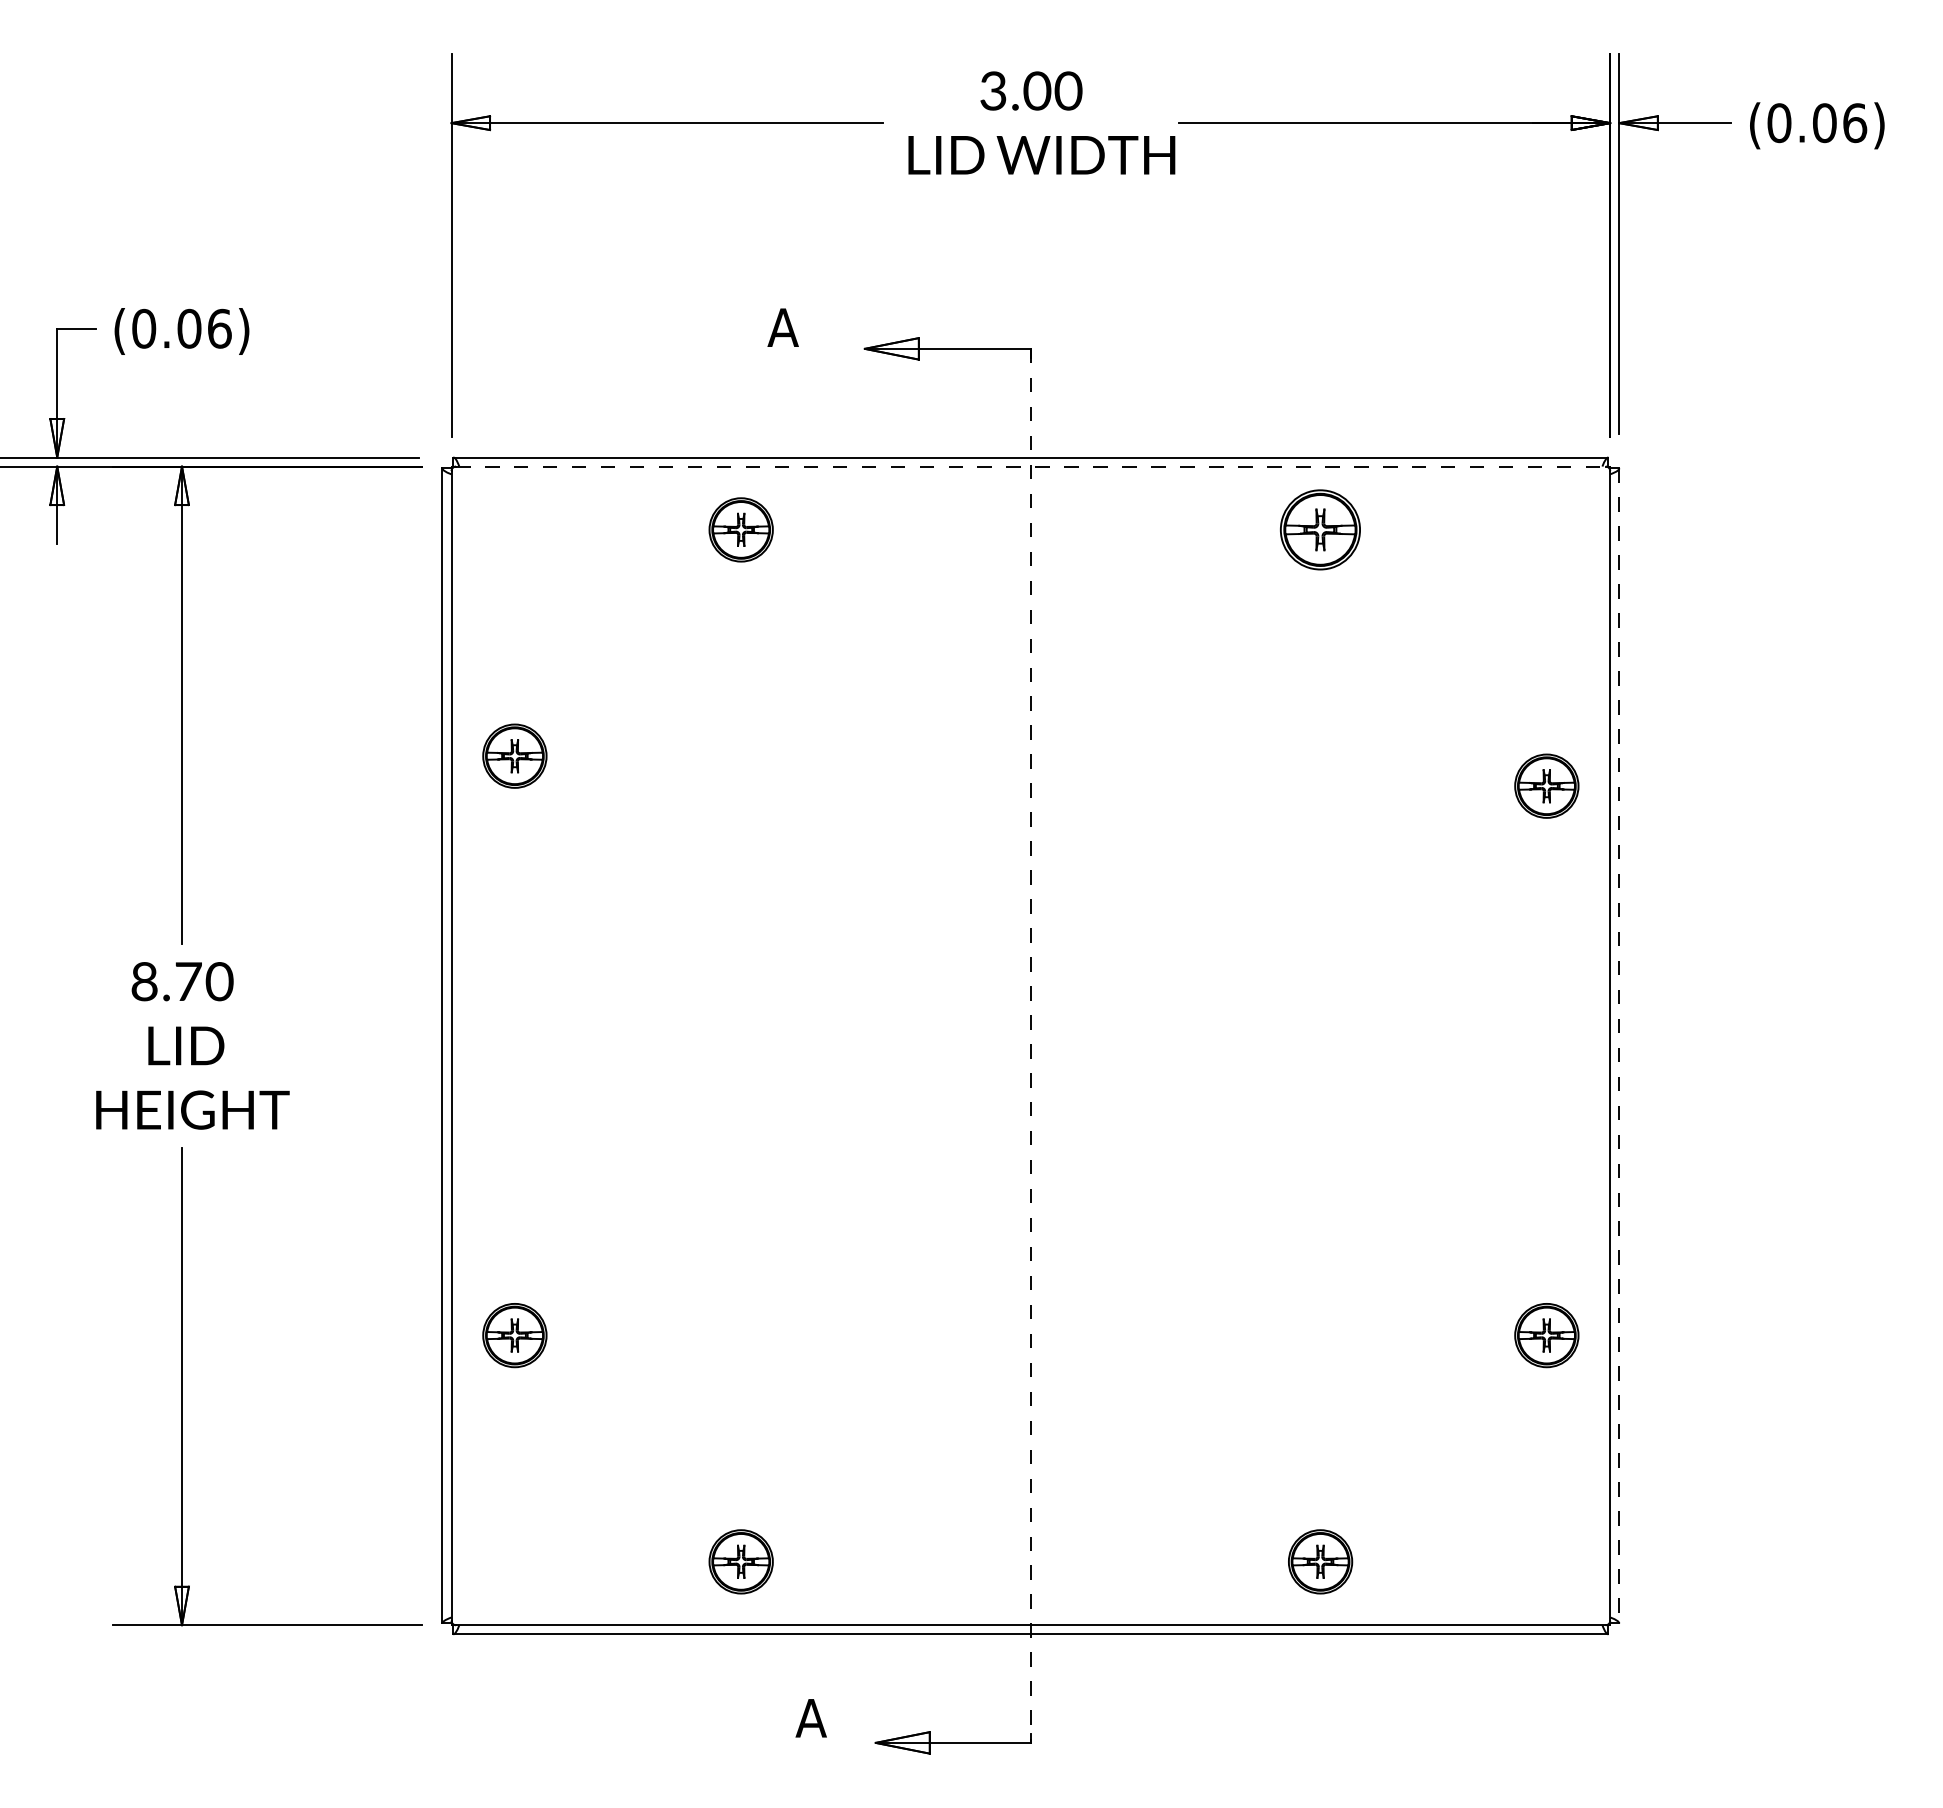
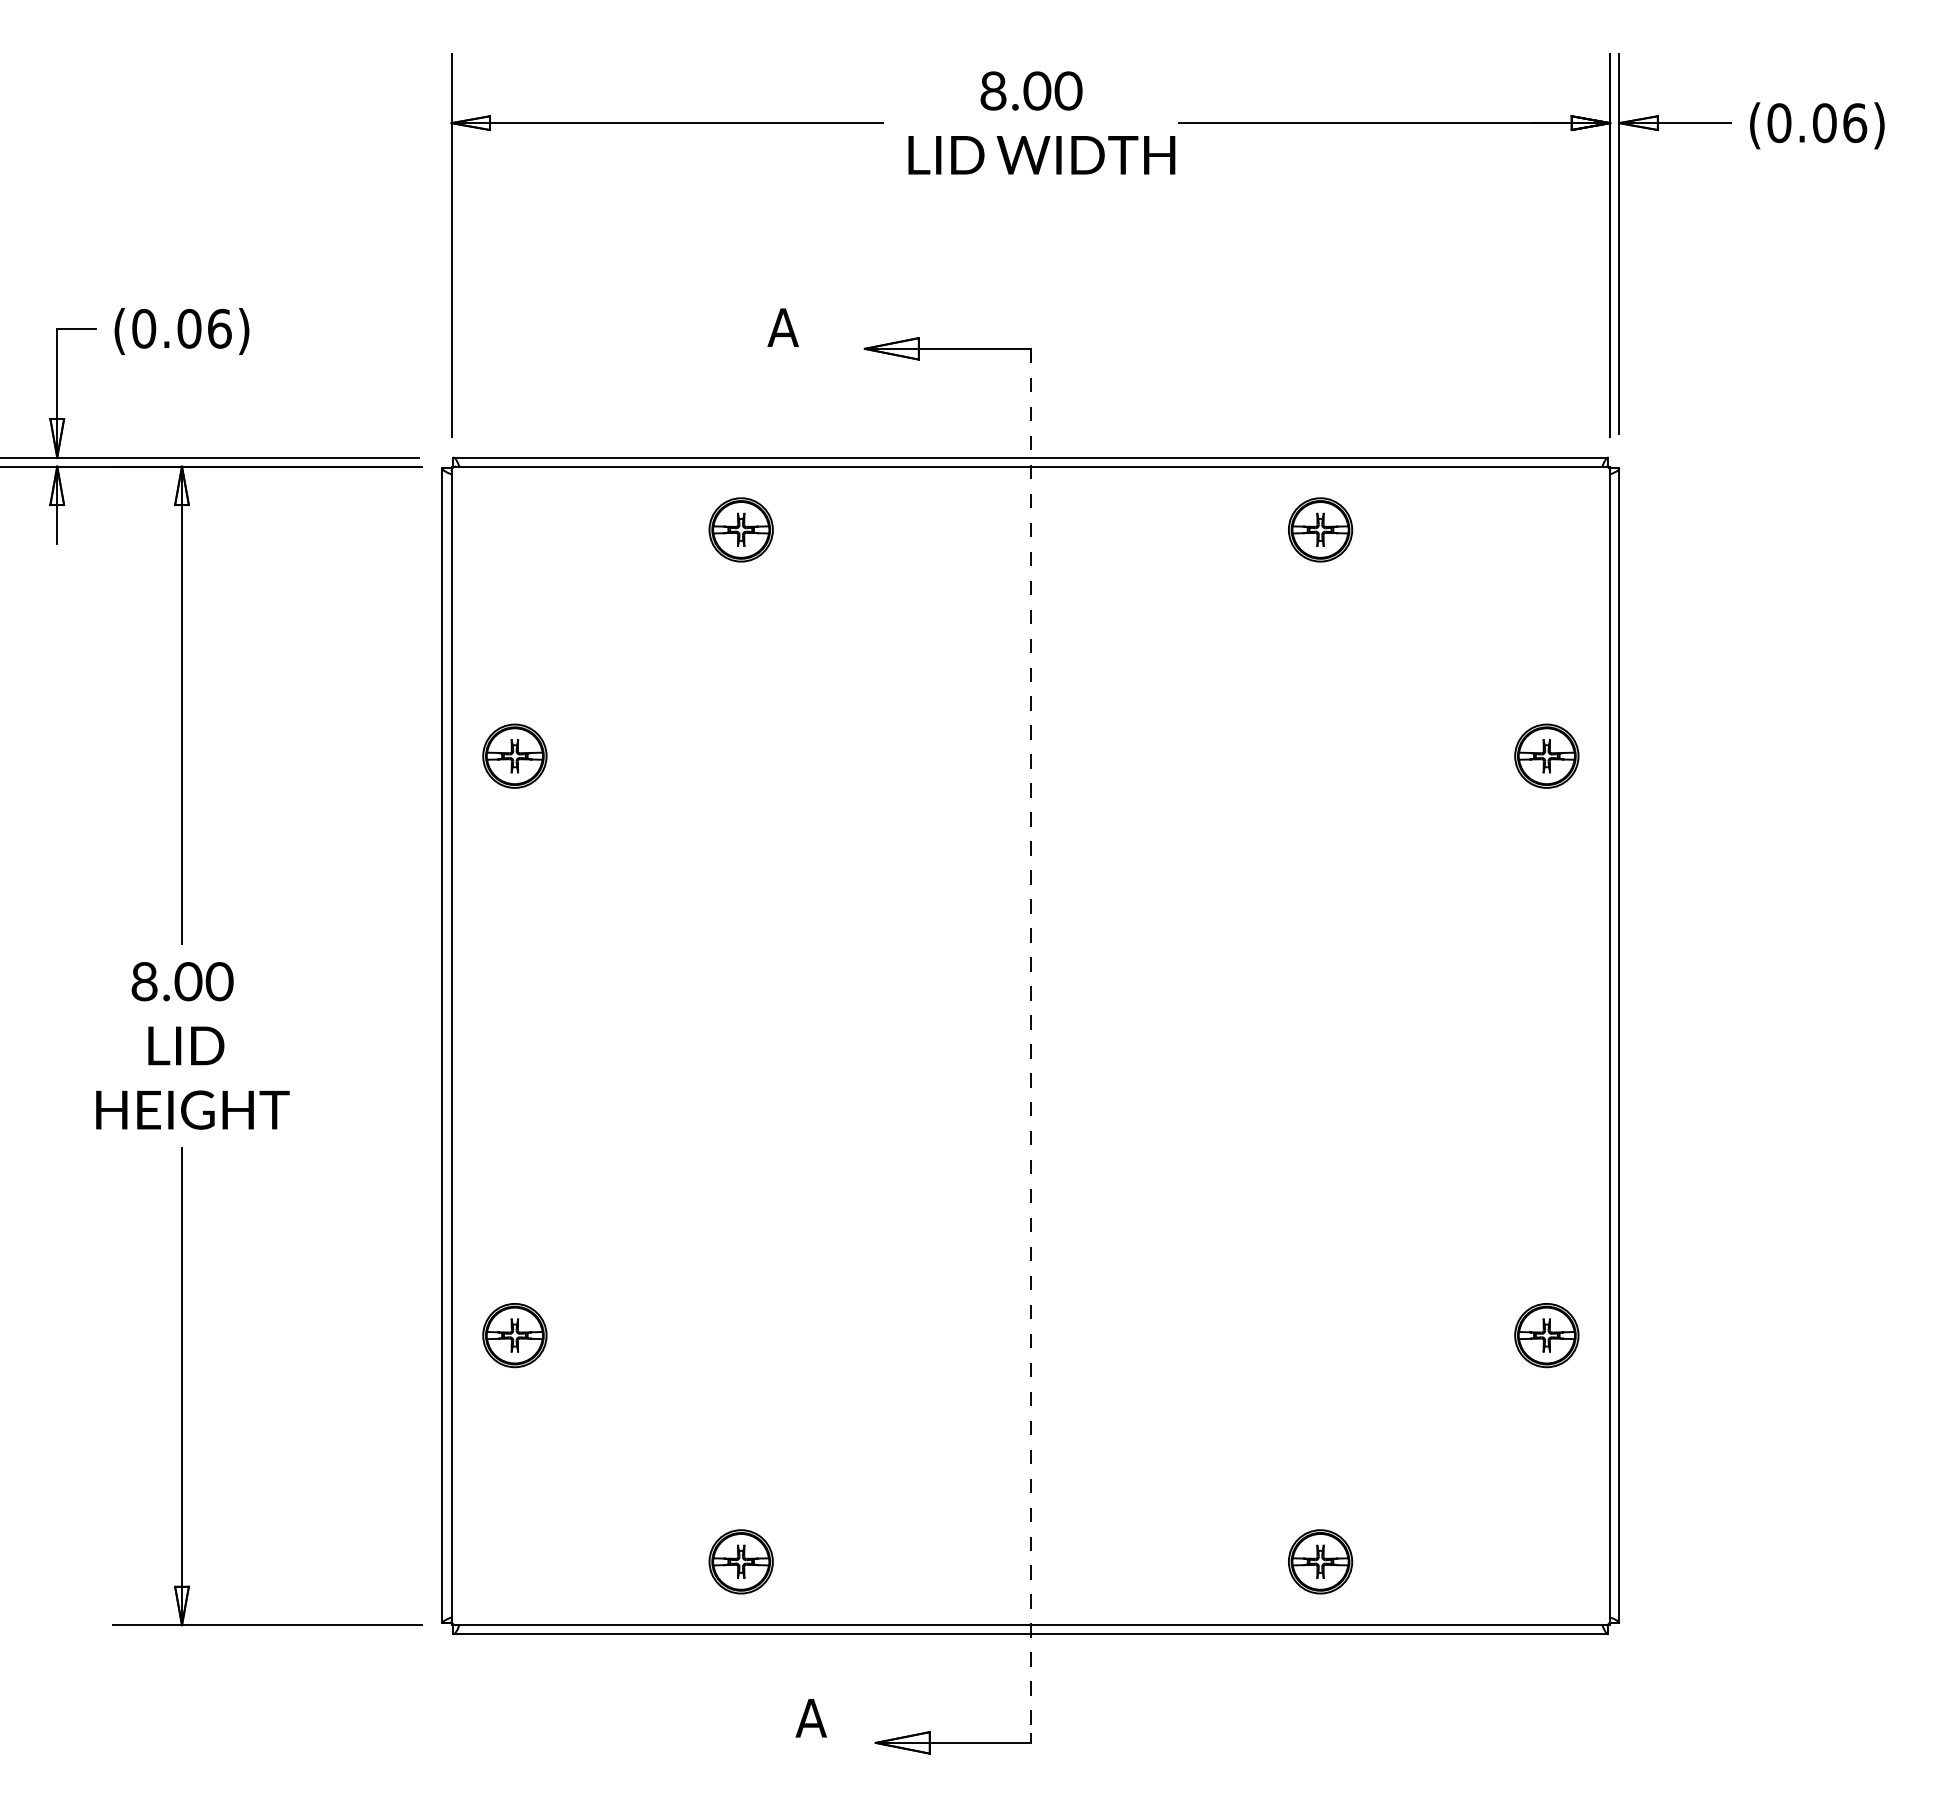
text at (993, 90): 3.00 -> 8.00
line at (1030, 466): dashed -> solid
part at (1320, 529) size: 81x82 px -> 66x66 px
part at (1546, 785) position: (1546, 785) -> (1546, 755)
text at (188, 981): 8.70 -> 8.00
line at (1619, 1045): dashed -> solid
